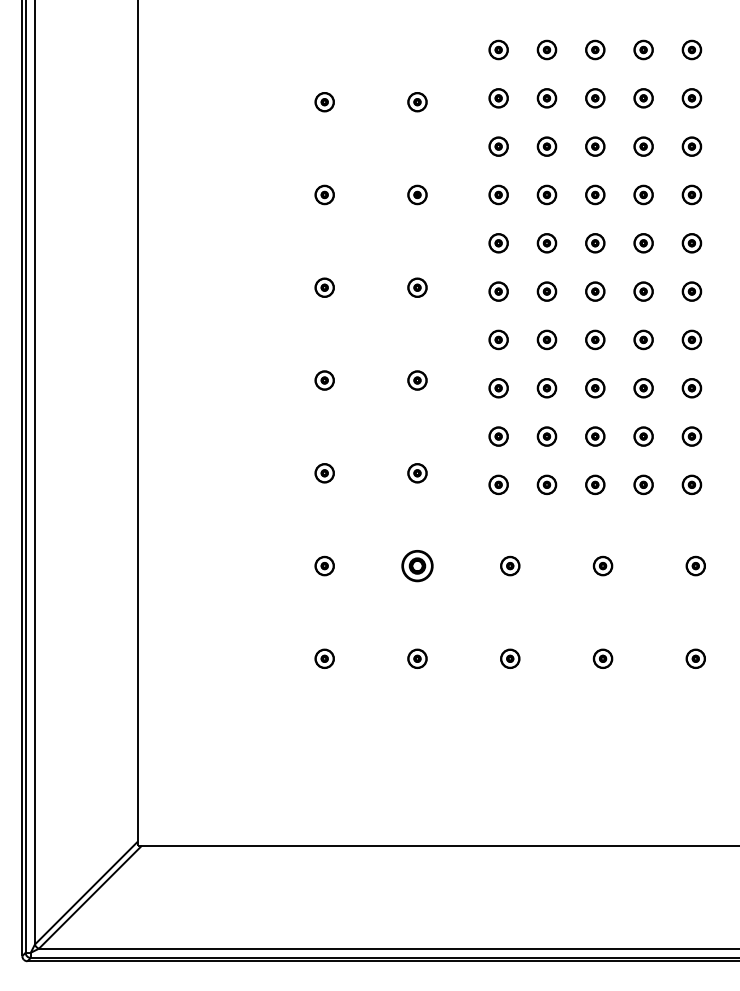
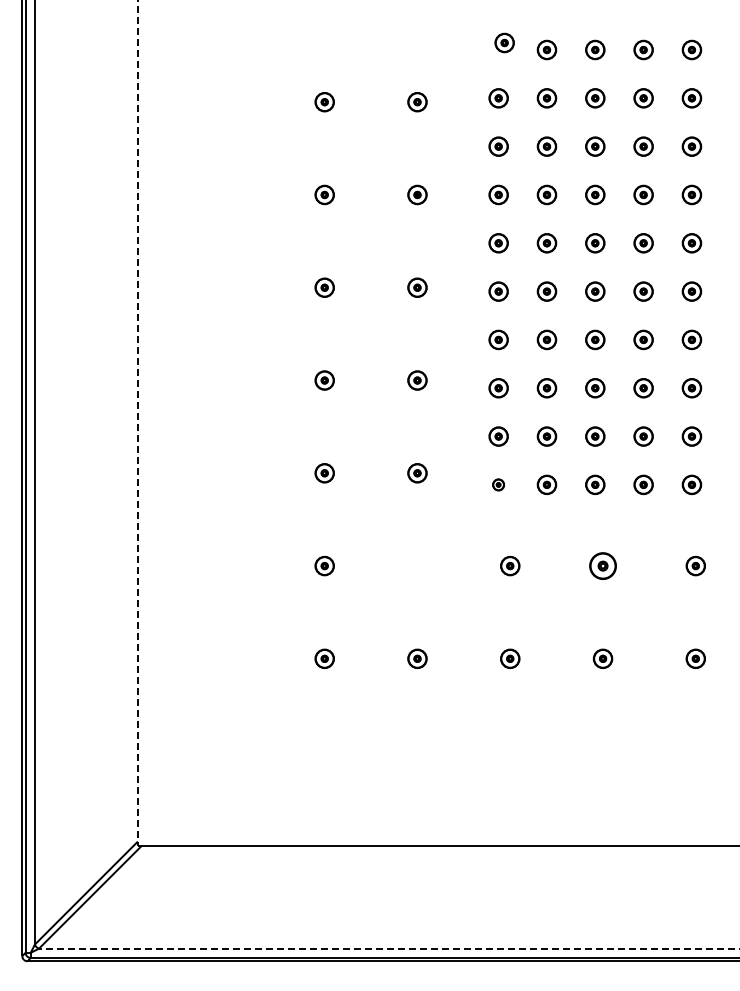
part at (498, 49) position: (498, 49) -> (504, 42)
line at (137, 422): solid -> dashed
part at (498, 484) size: 21x22 px -> 13x14 px
part at (602, 565) size: 22x22 px -> 28x28 px
part at (417, 566): present -> none
line at (388, 948): solid -> dashed
